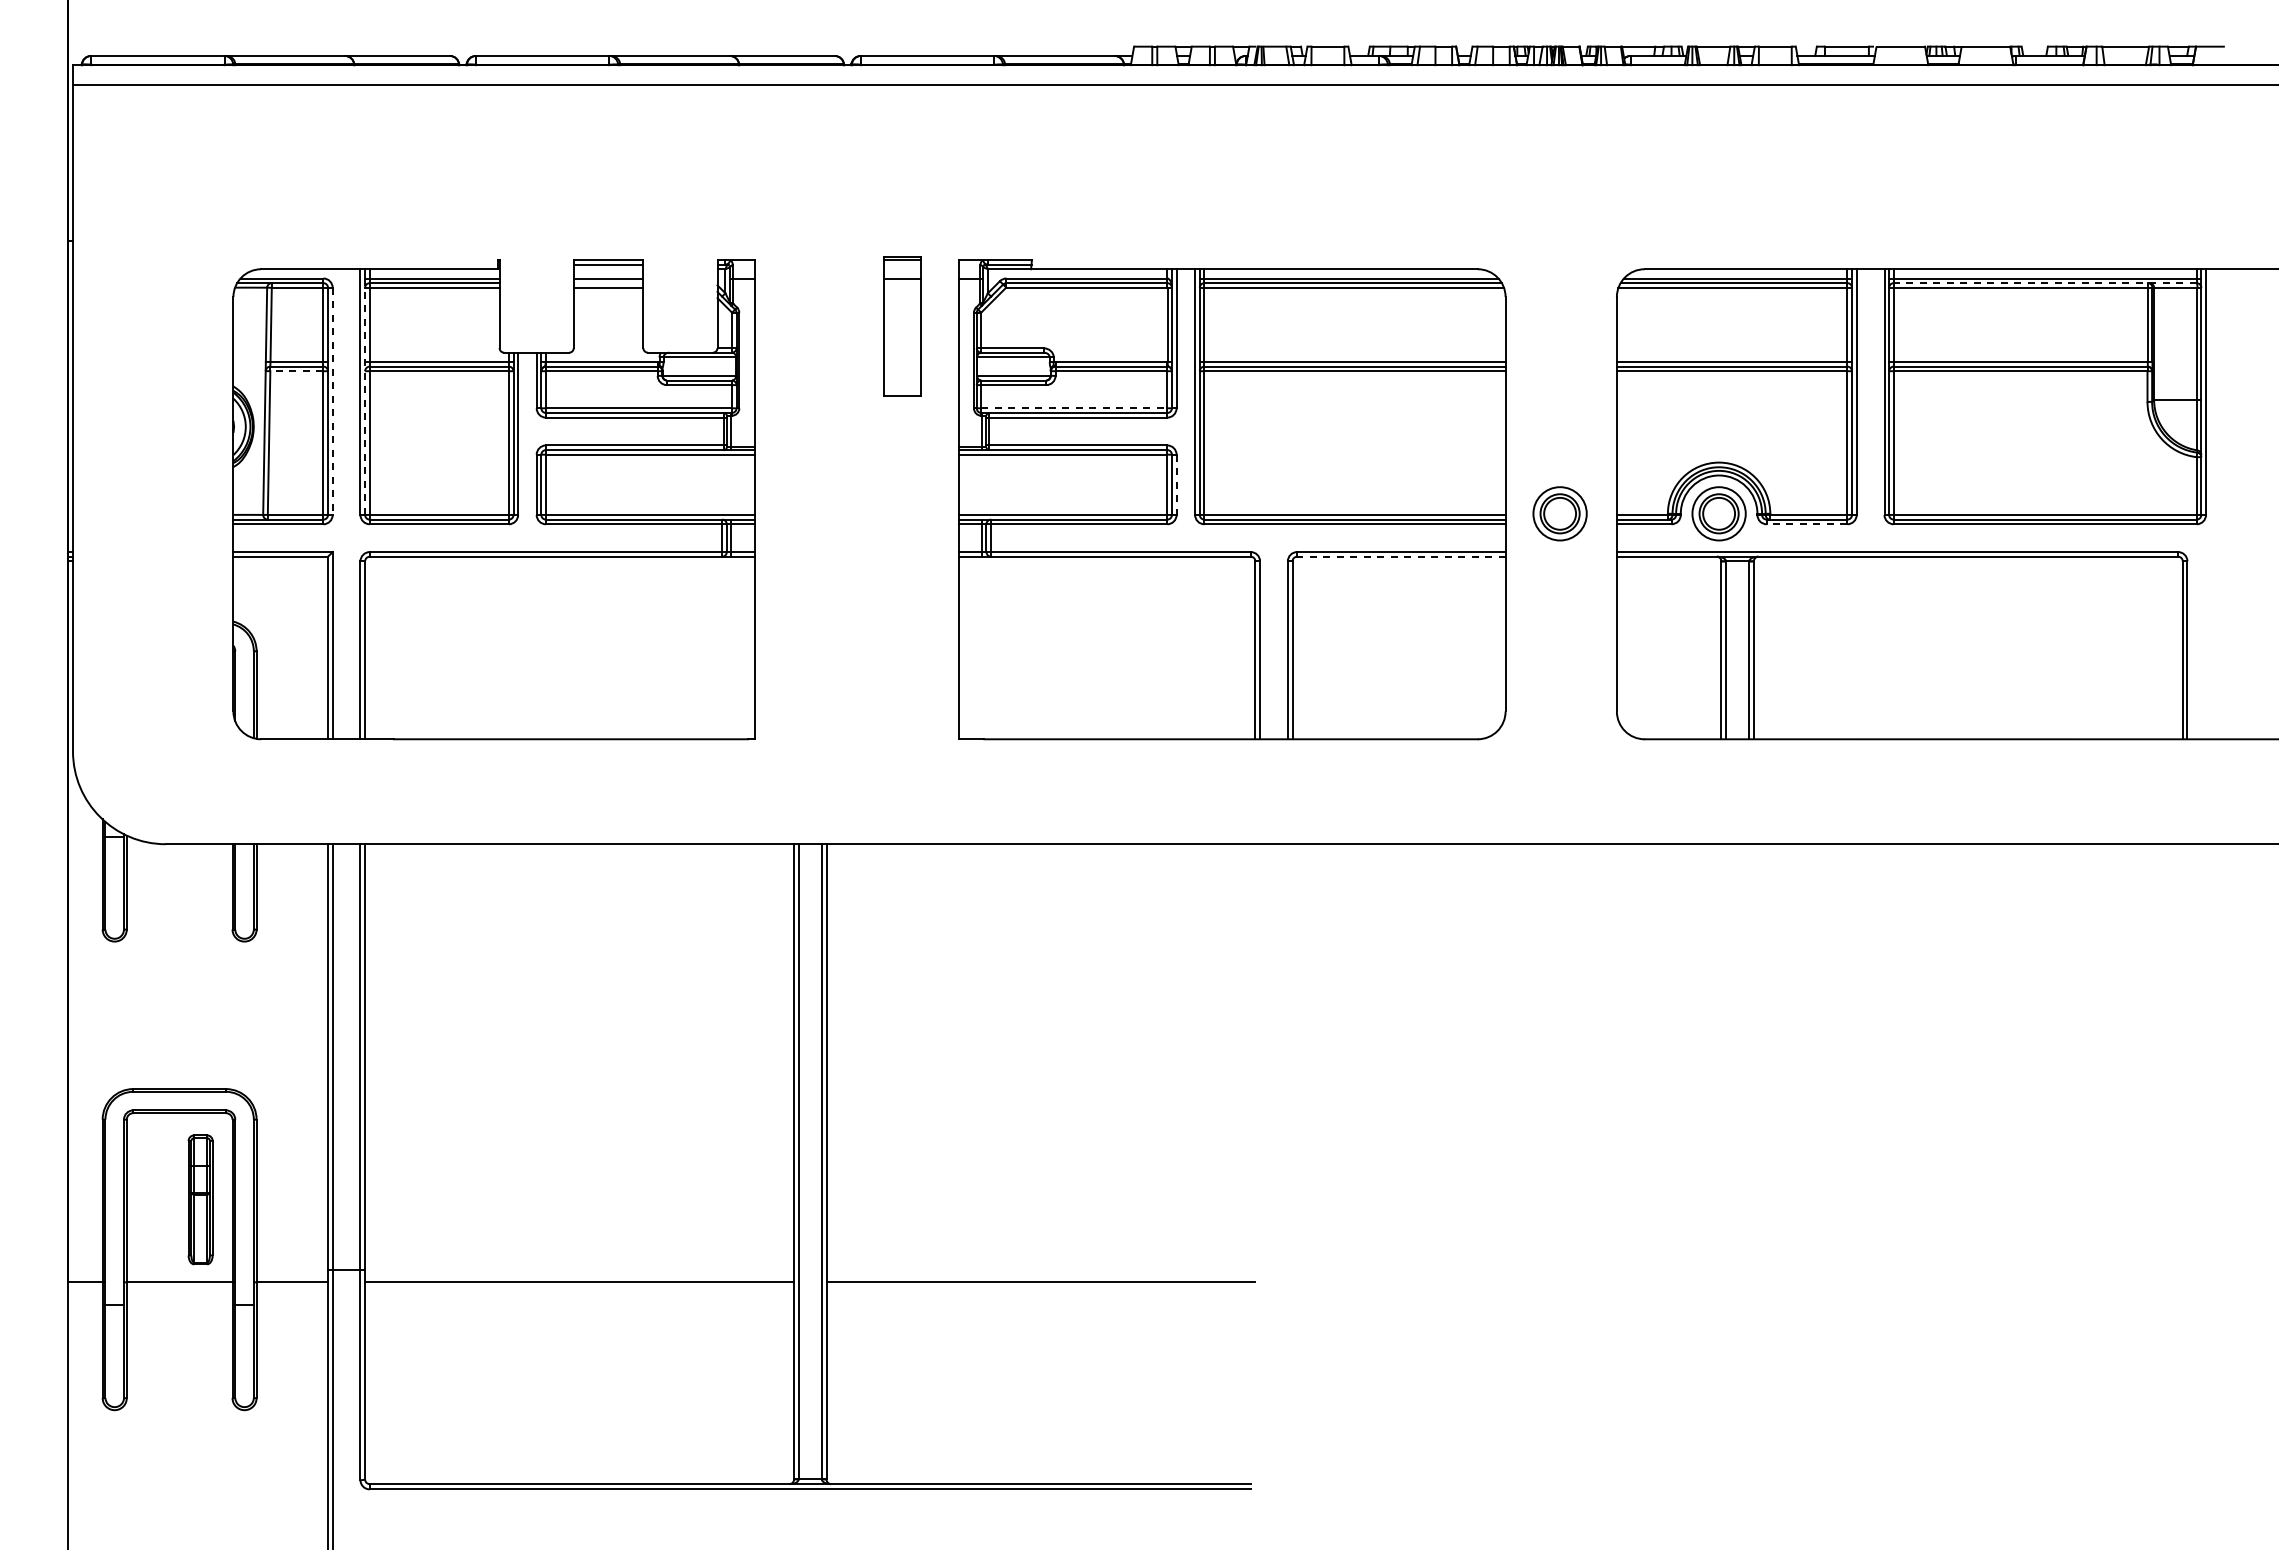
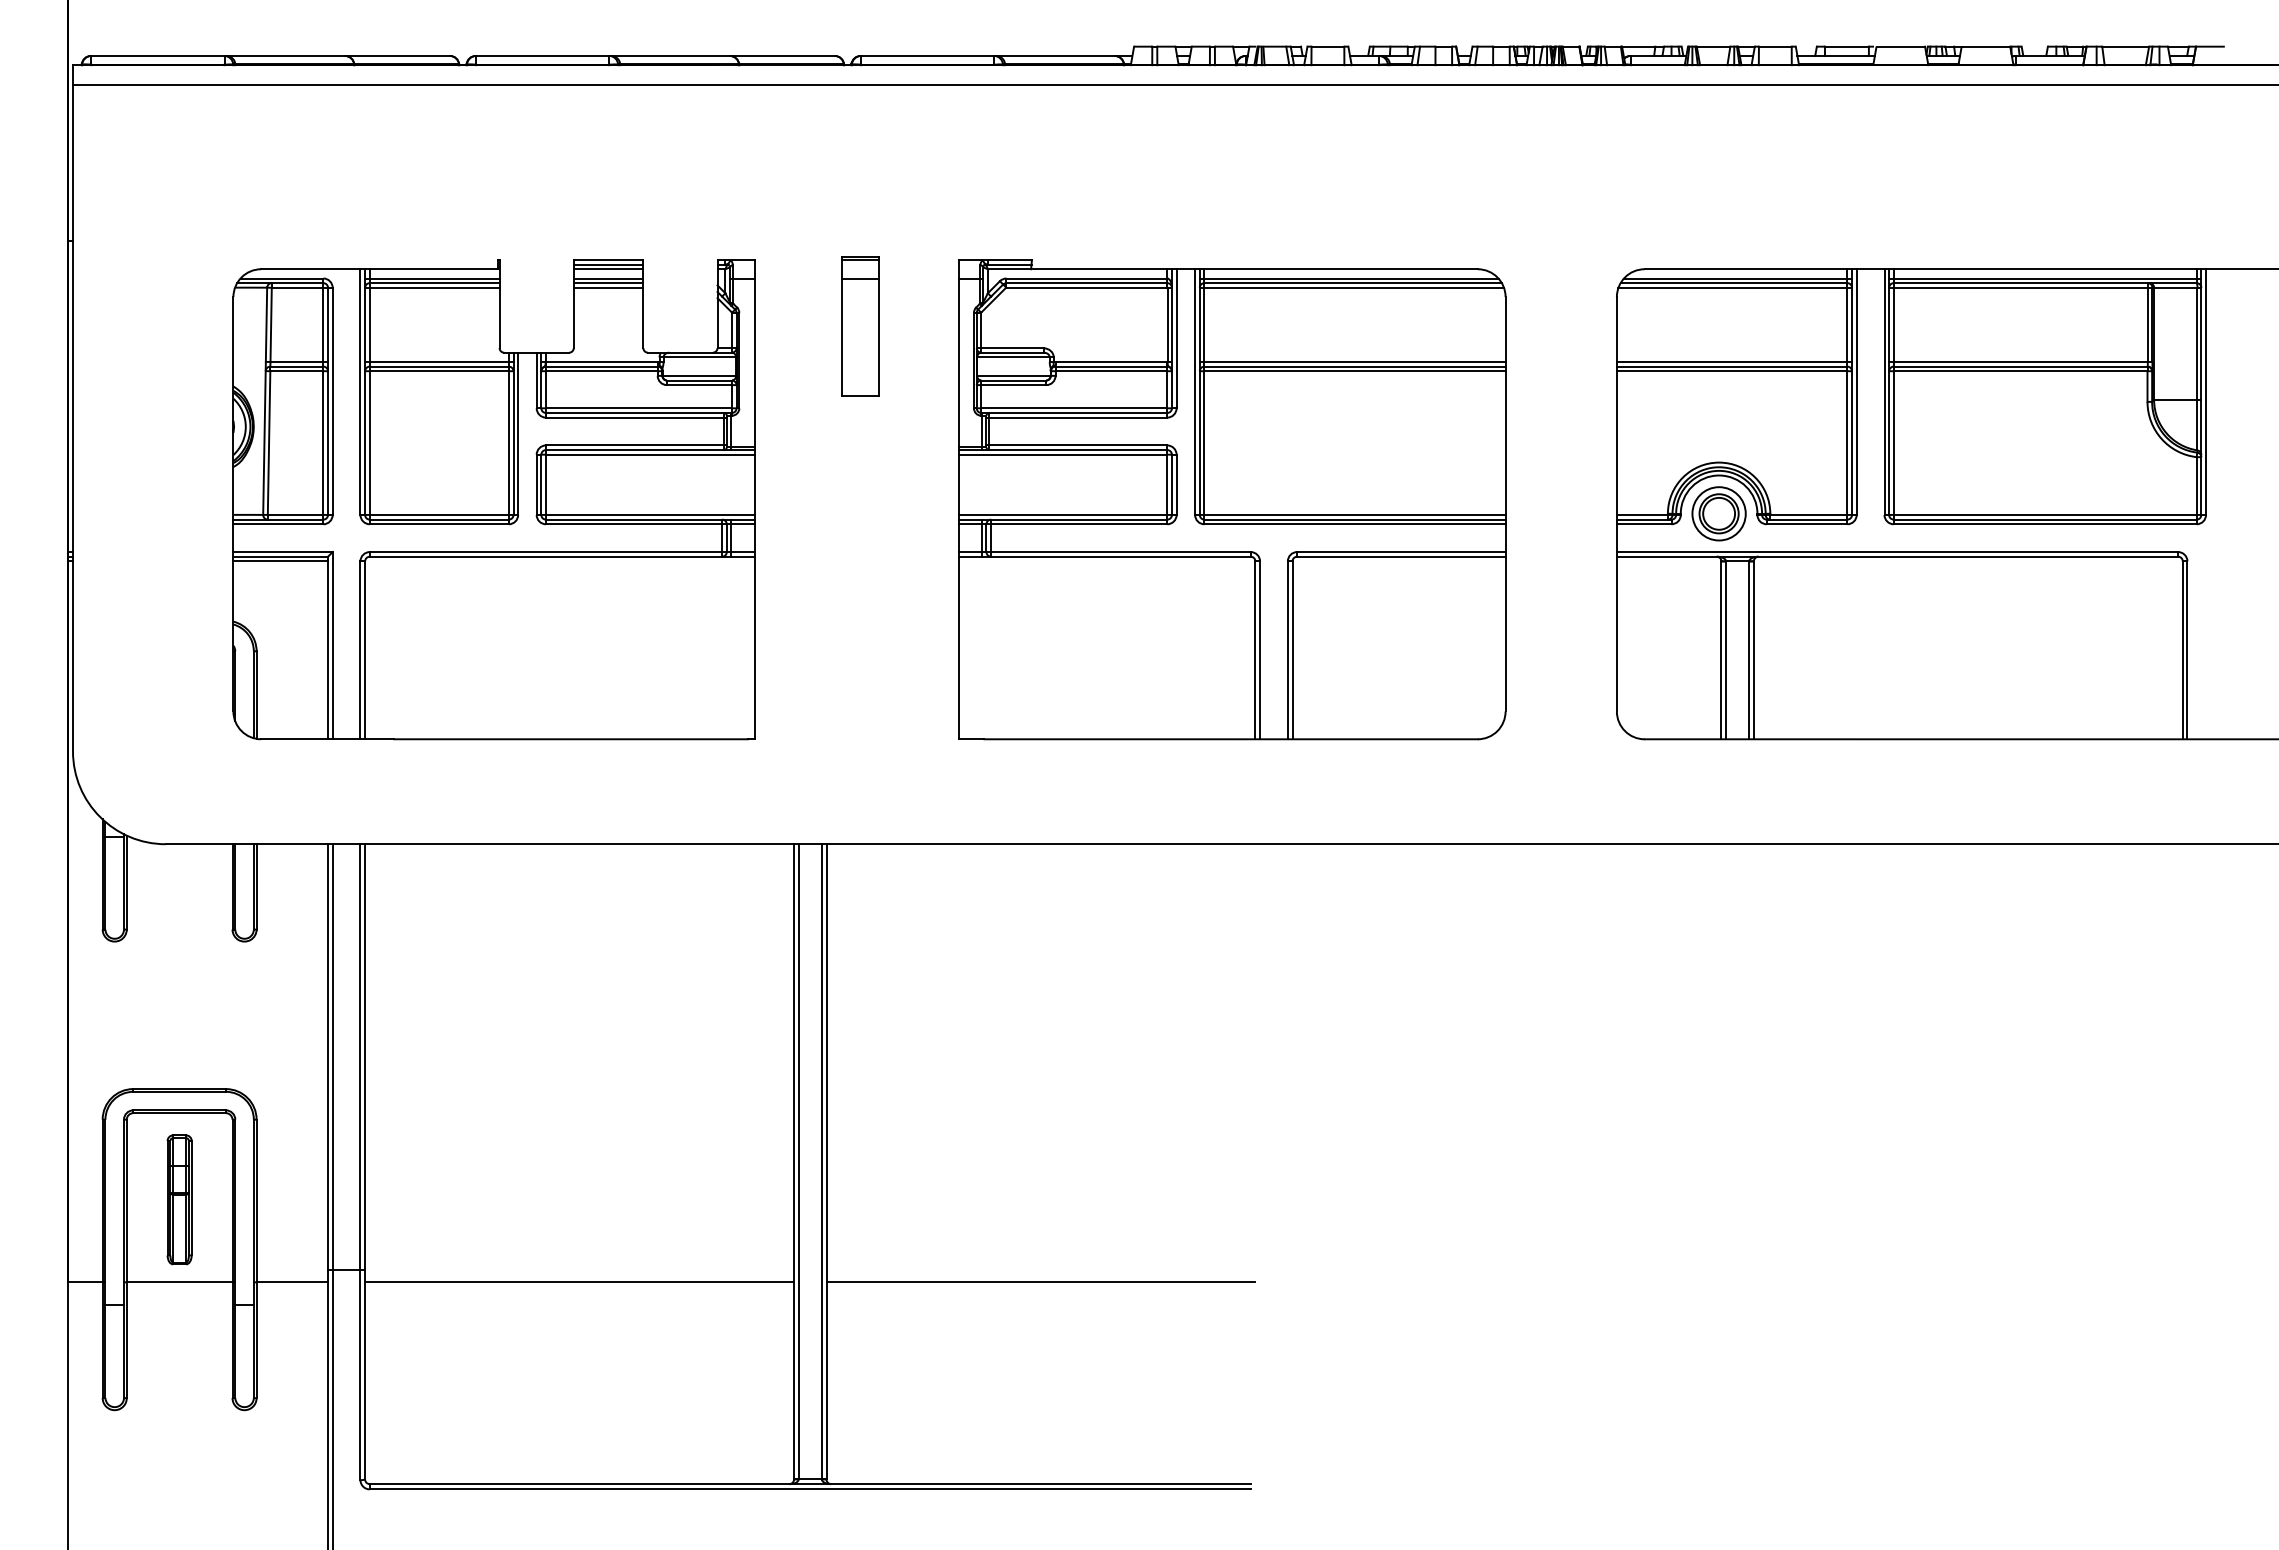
line at (608, 269): none -> present
line at (608, 283): none -> present
line at (2044, 283): dashed -> solid
part at (902, 326) position: (902, 326) -> (860, 326)
line at (296, 371): dashed -> solid
line at (365, 397): dashed -> solid
line at (332, 401): dashed -> solid
line at (1074, 408): dashed -> solid
line at (1176, 485): dashed -> solid
part at (1559, 513): present -> none
line at (1806, 524): dashed -> solid
line at (1400, 556): dashed -> solid
line at (280, 561): none -> present
part at (200, 1199) position: (200, 1199) -> (179, 1199)
